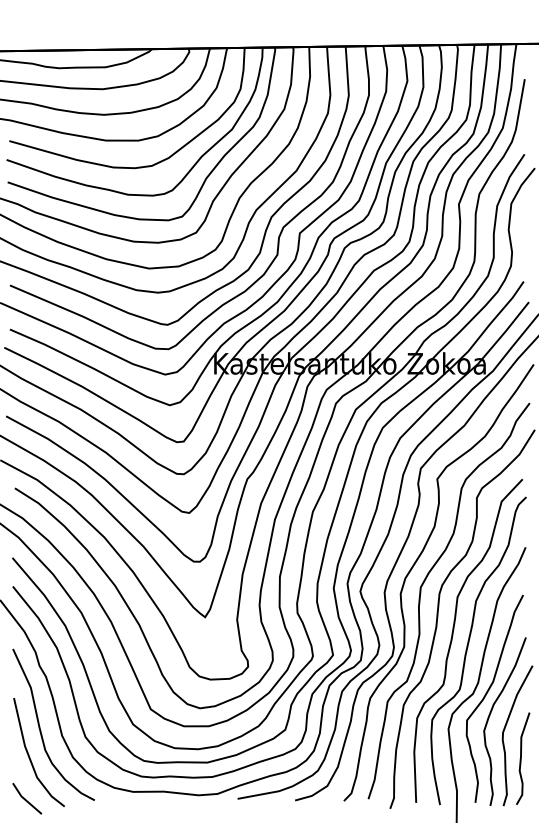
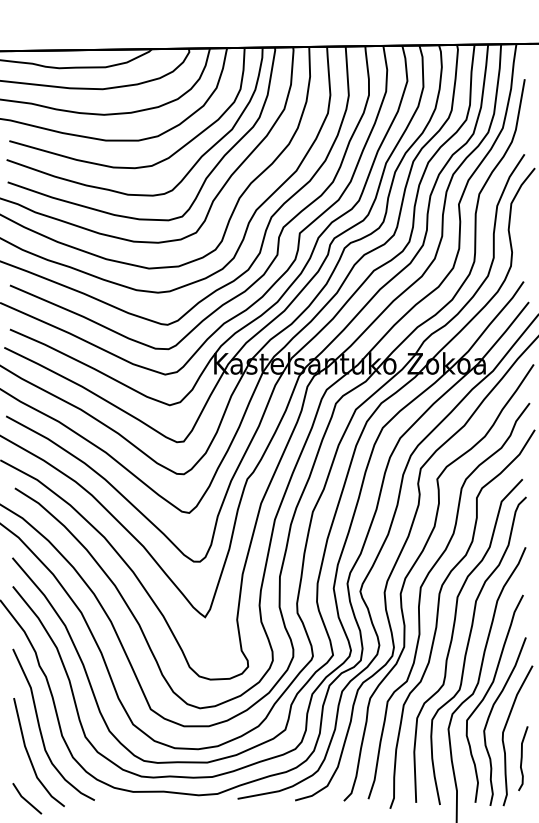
part at (523, 758) size: 15x93 px -> 11x66 px
